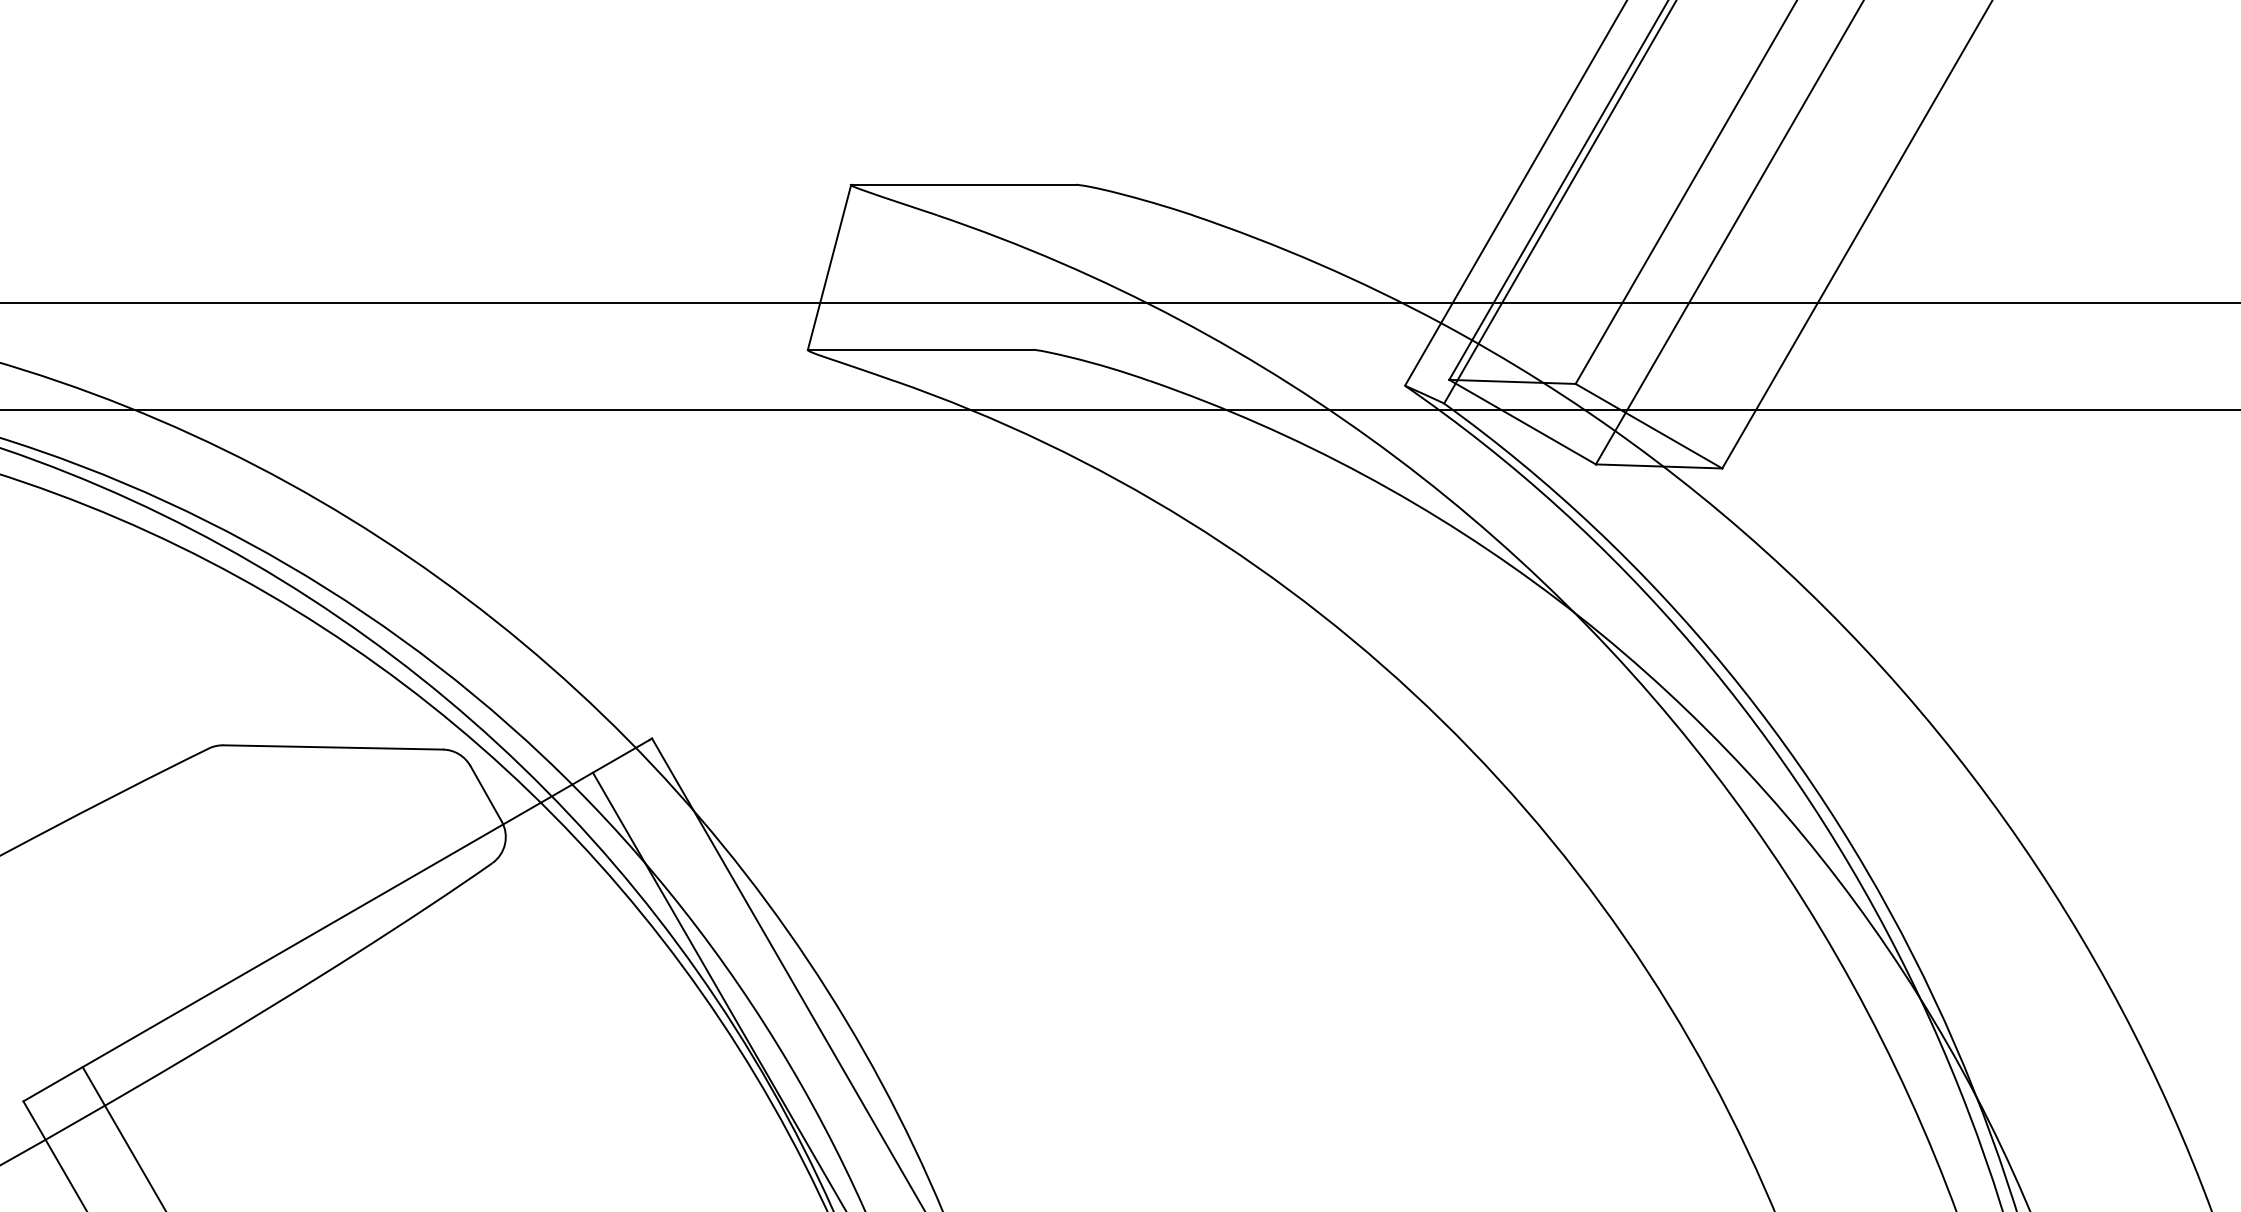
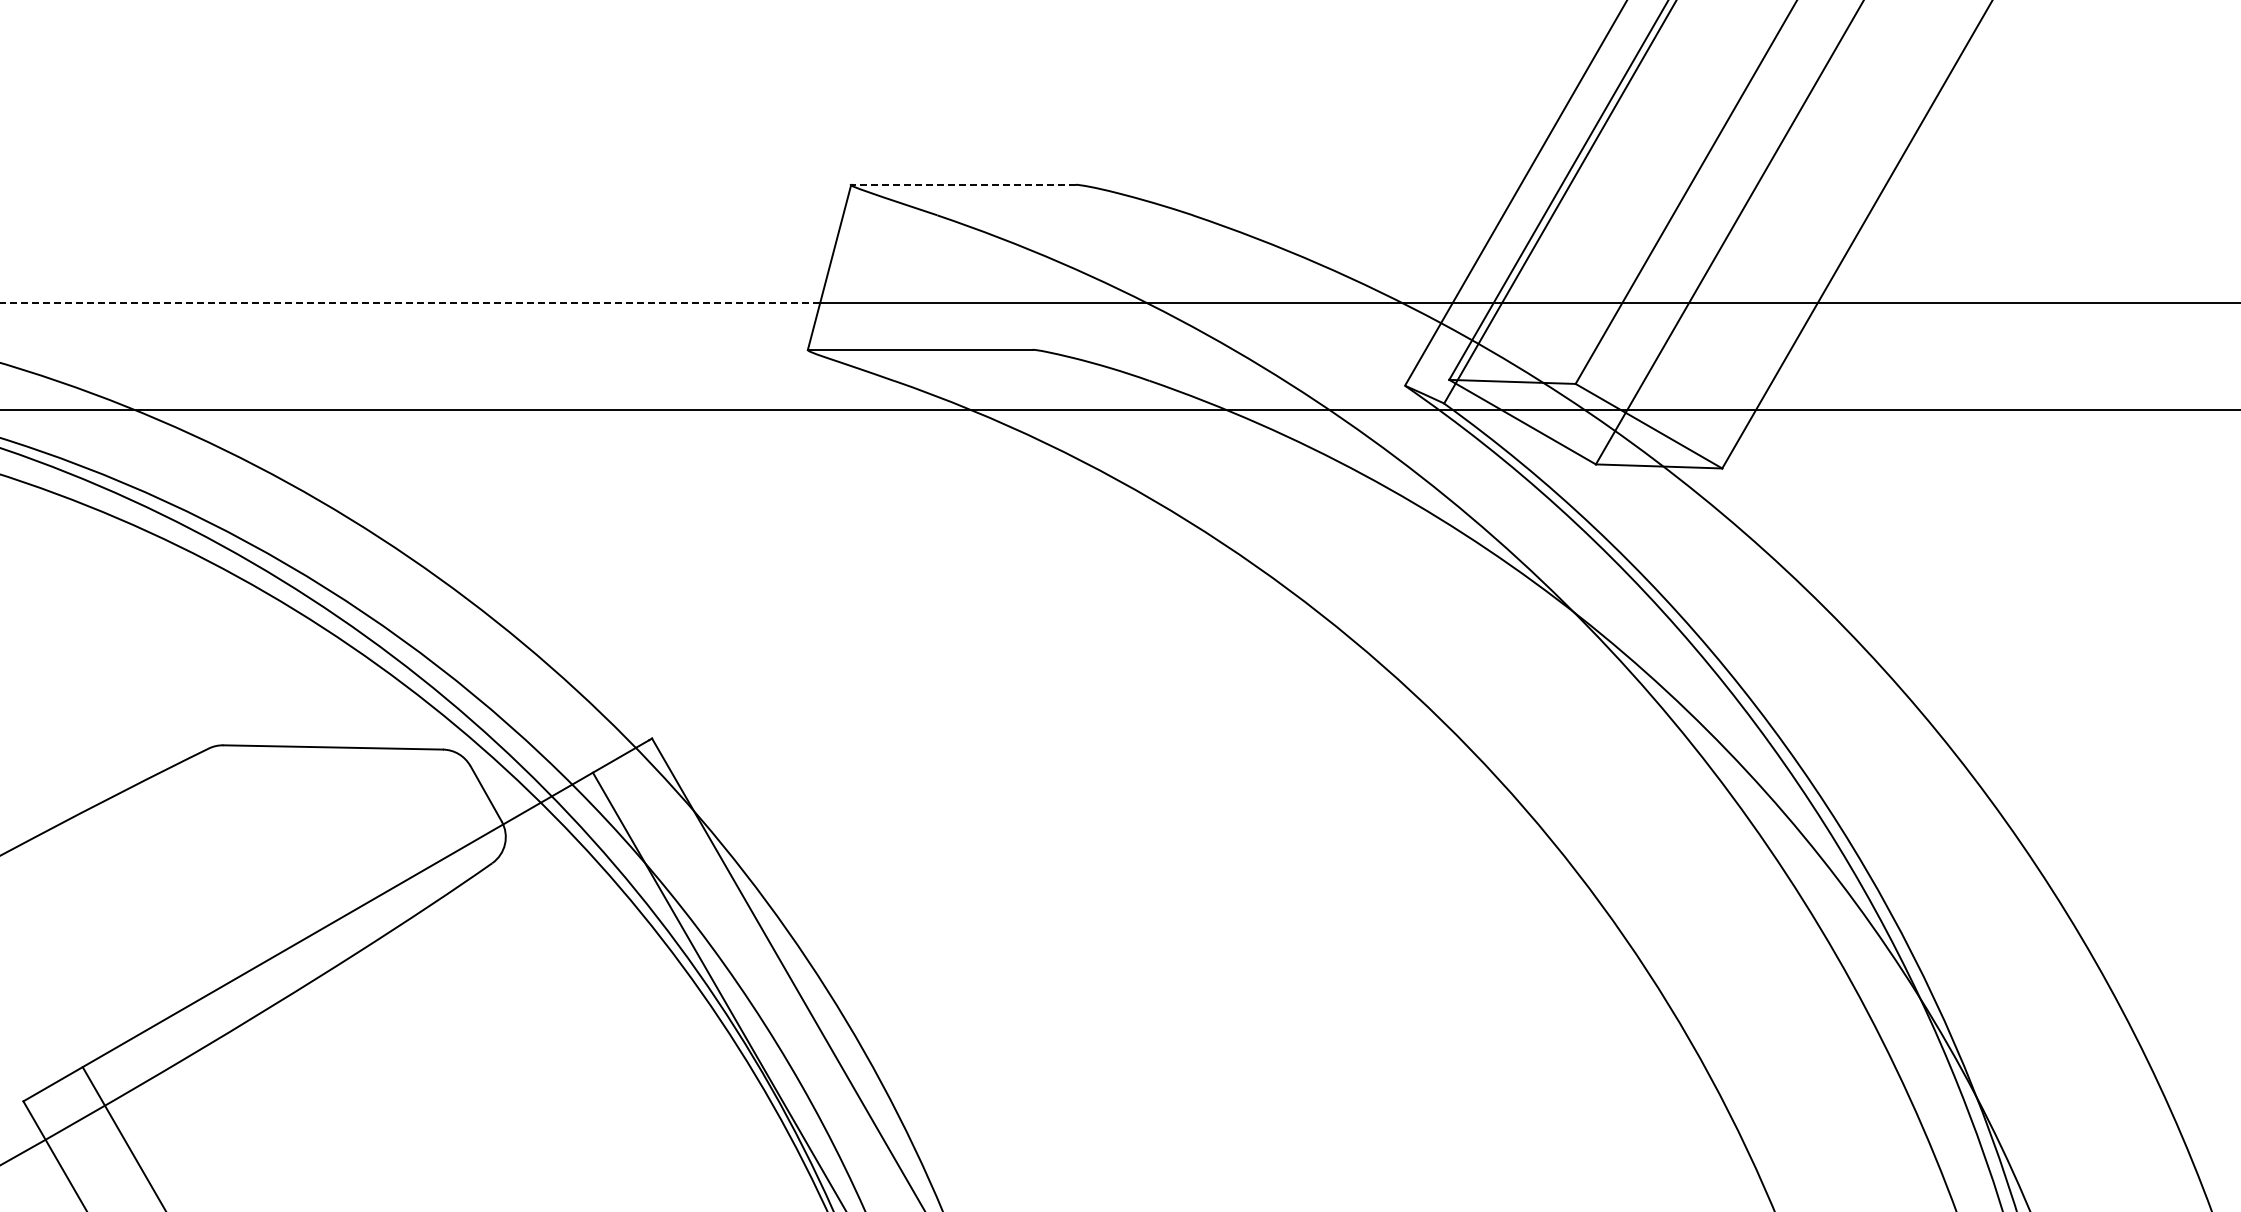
line at (964, 184): solid -> dashed
line at (410, 303): solid -> dashed
